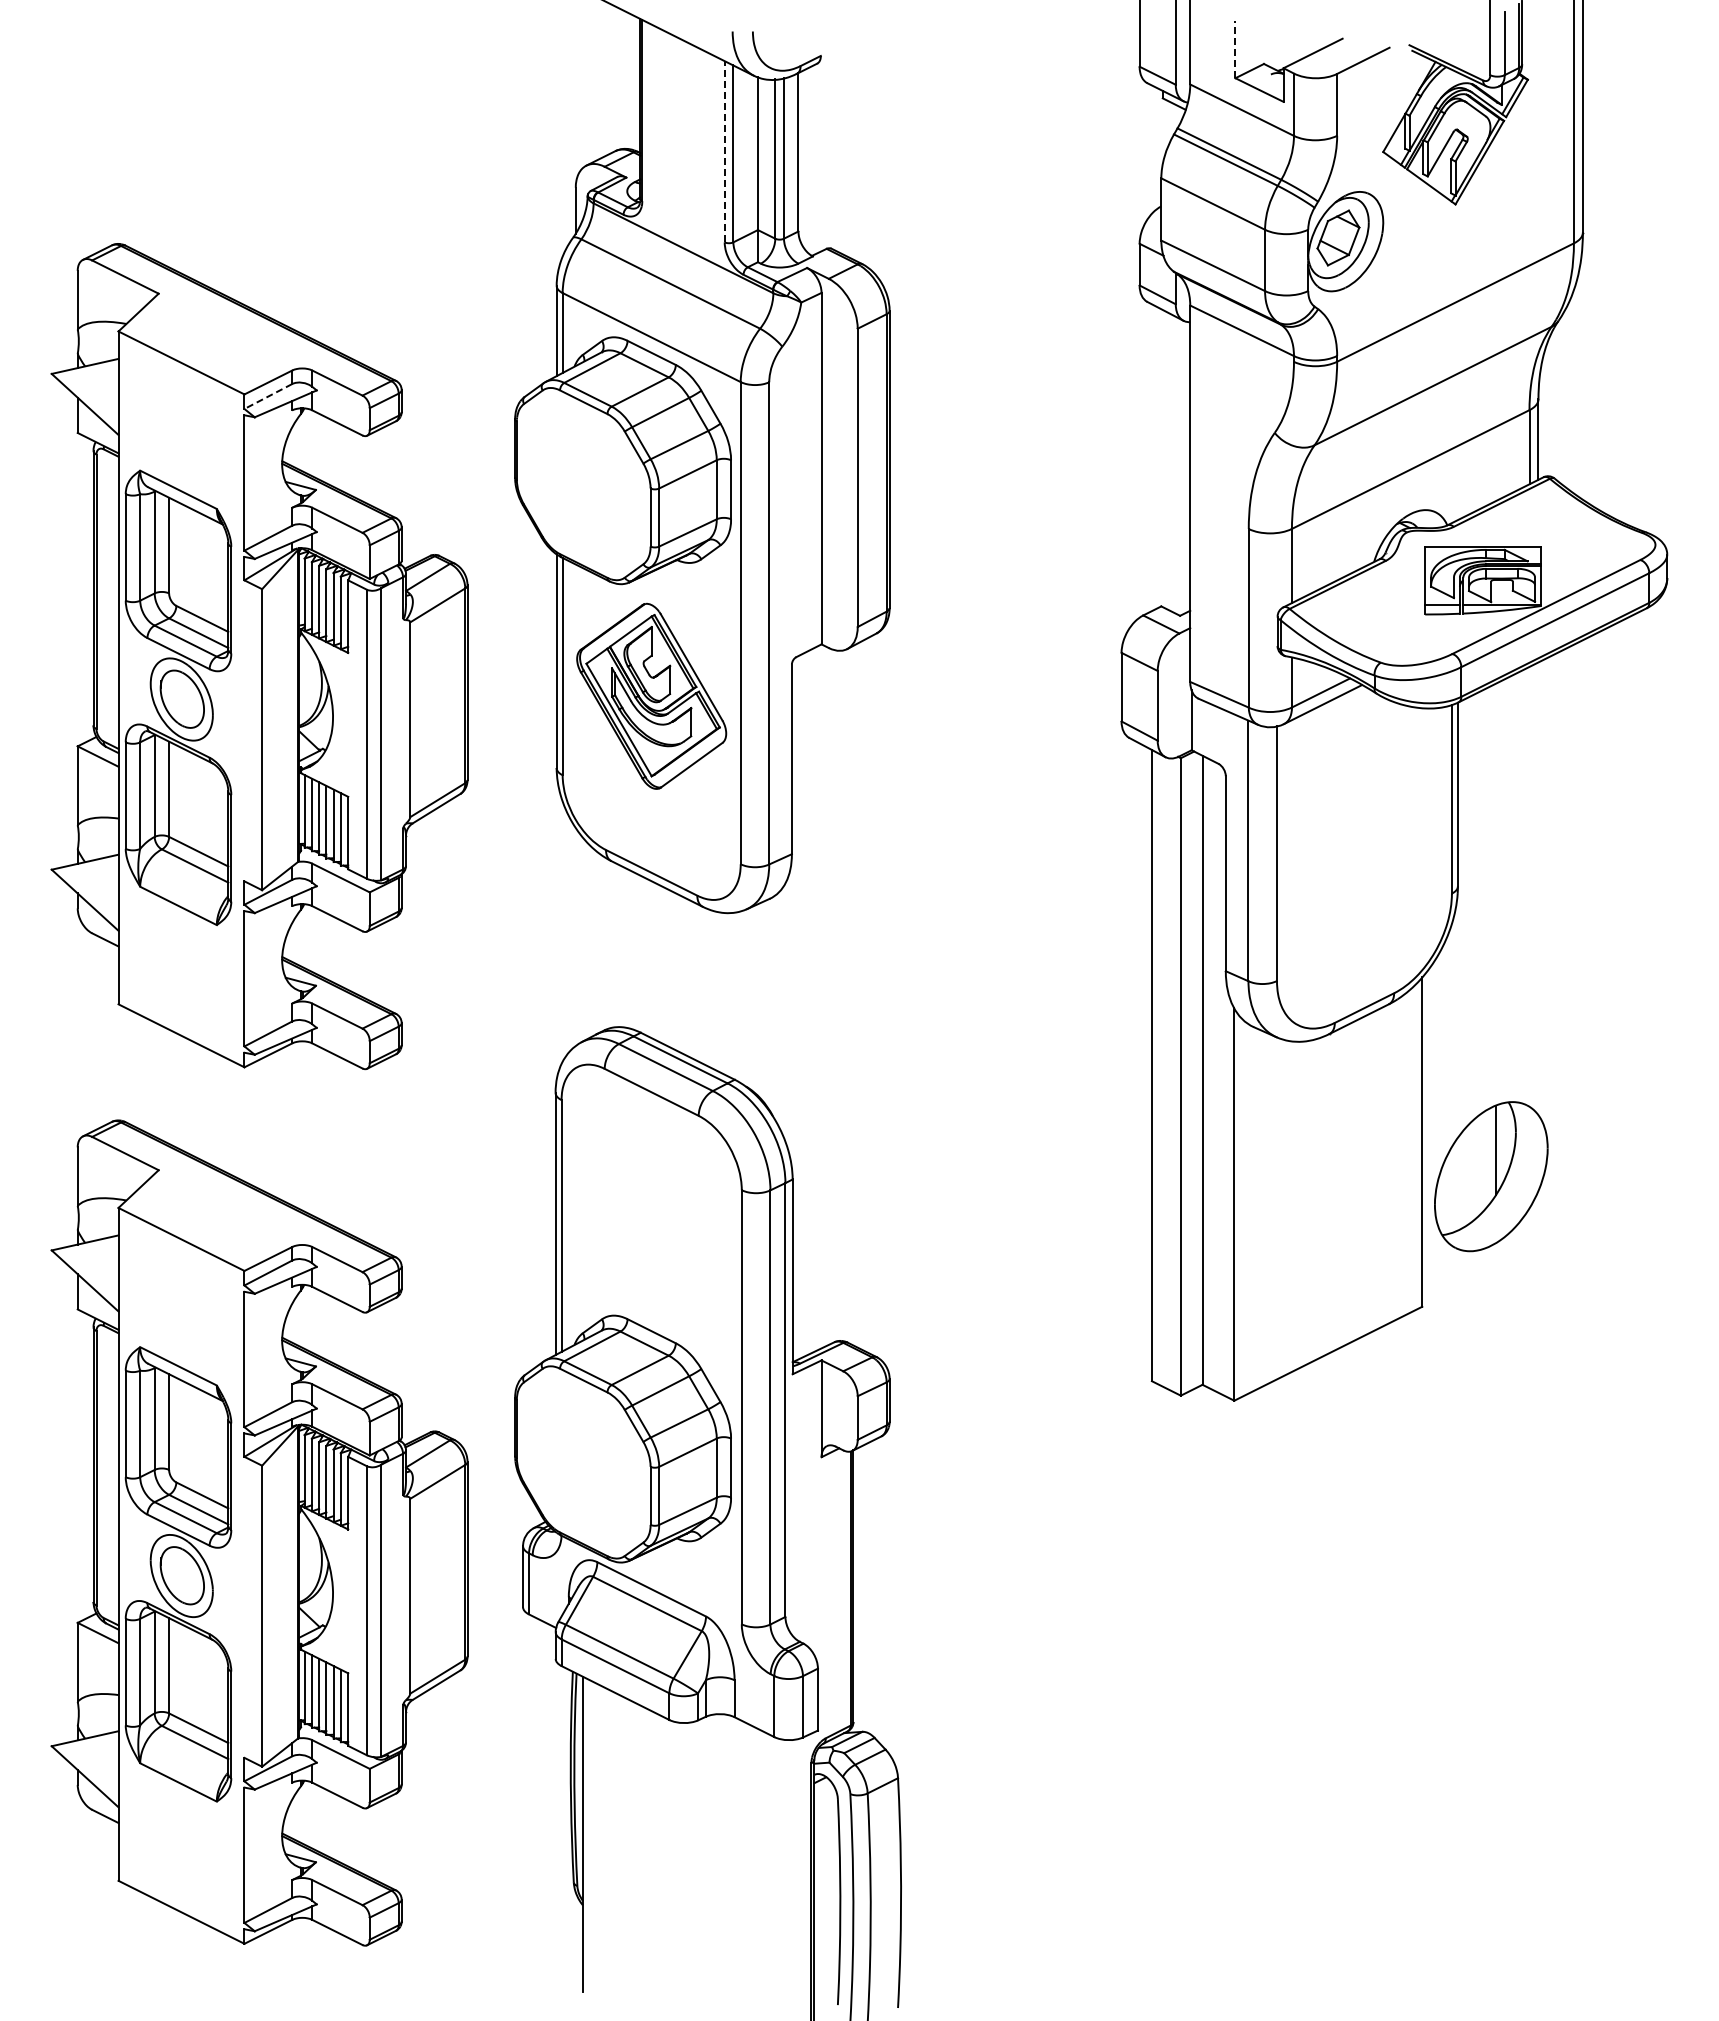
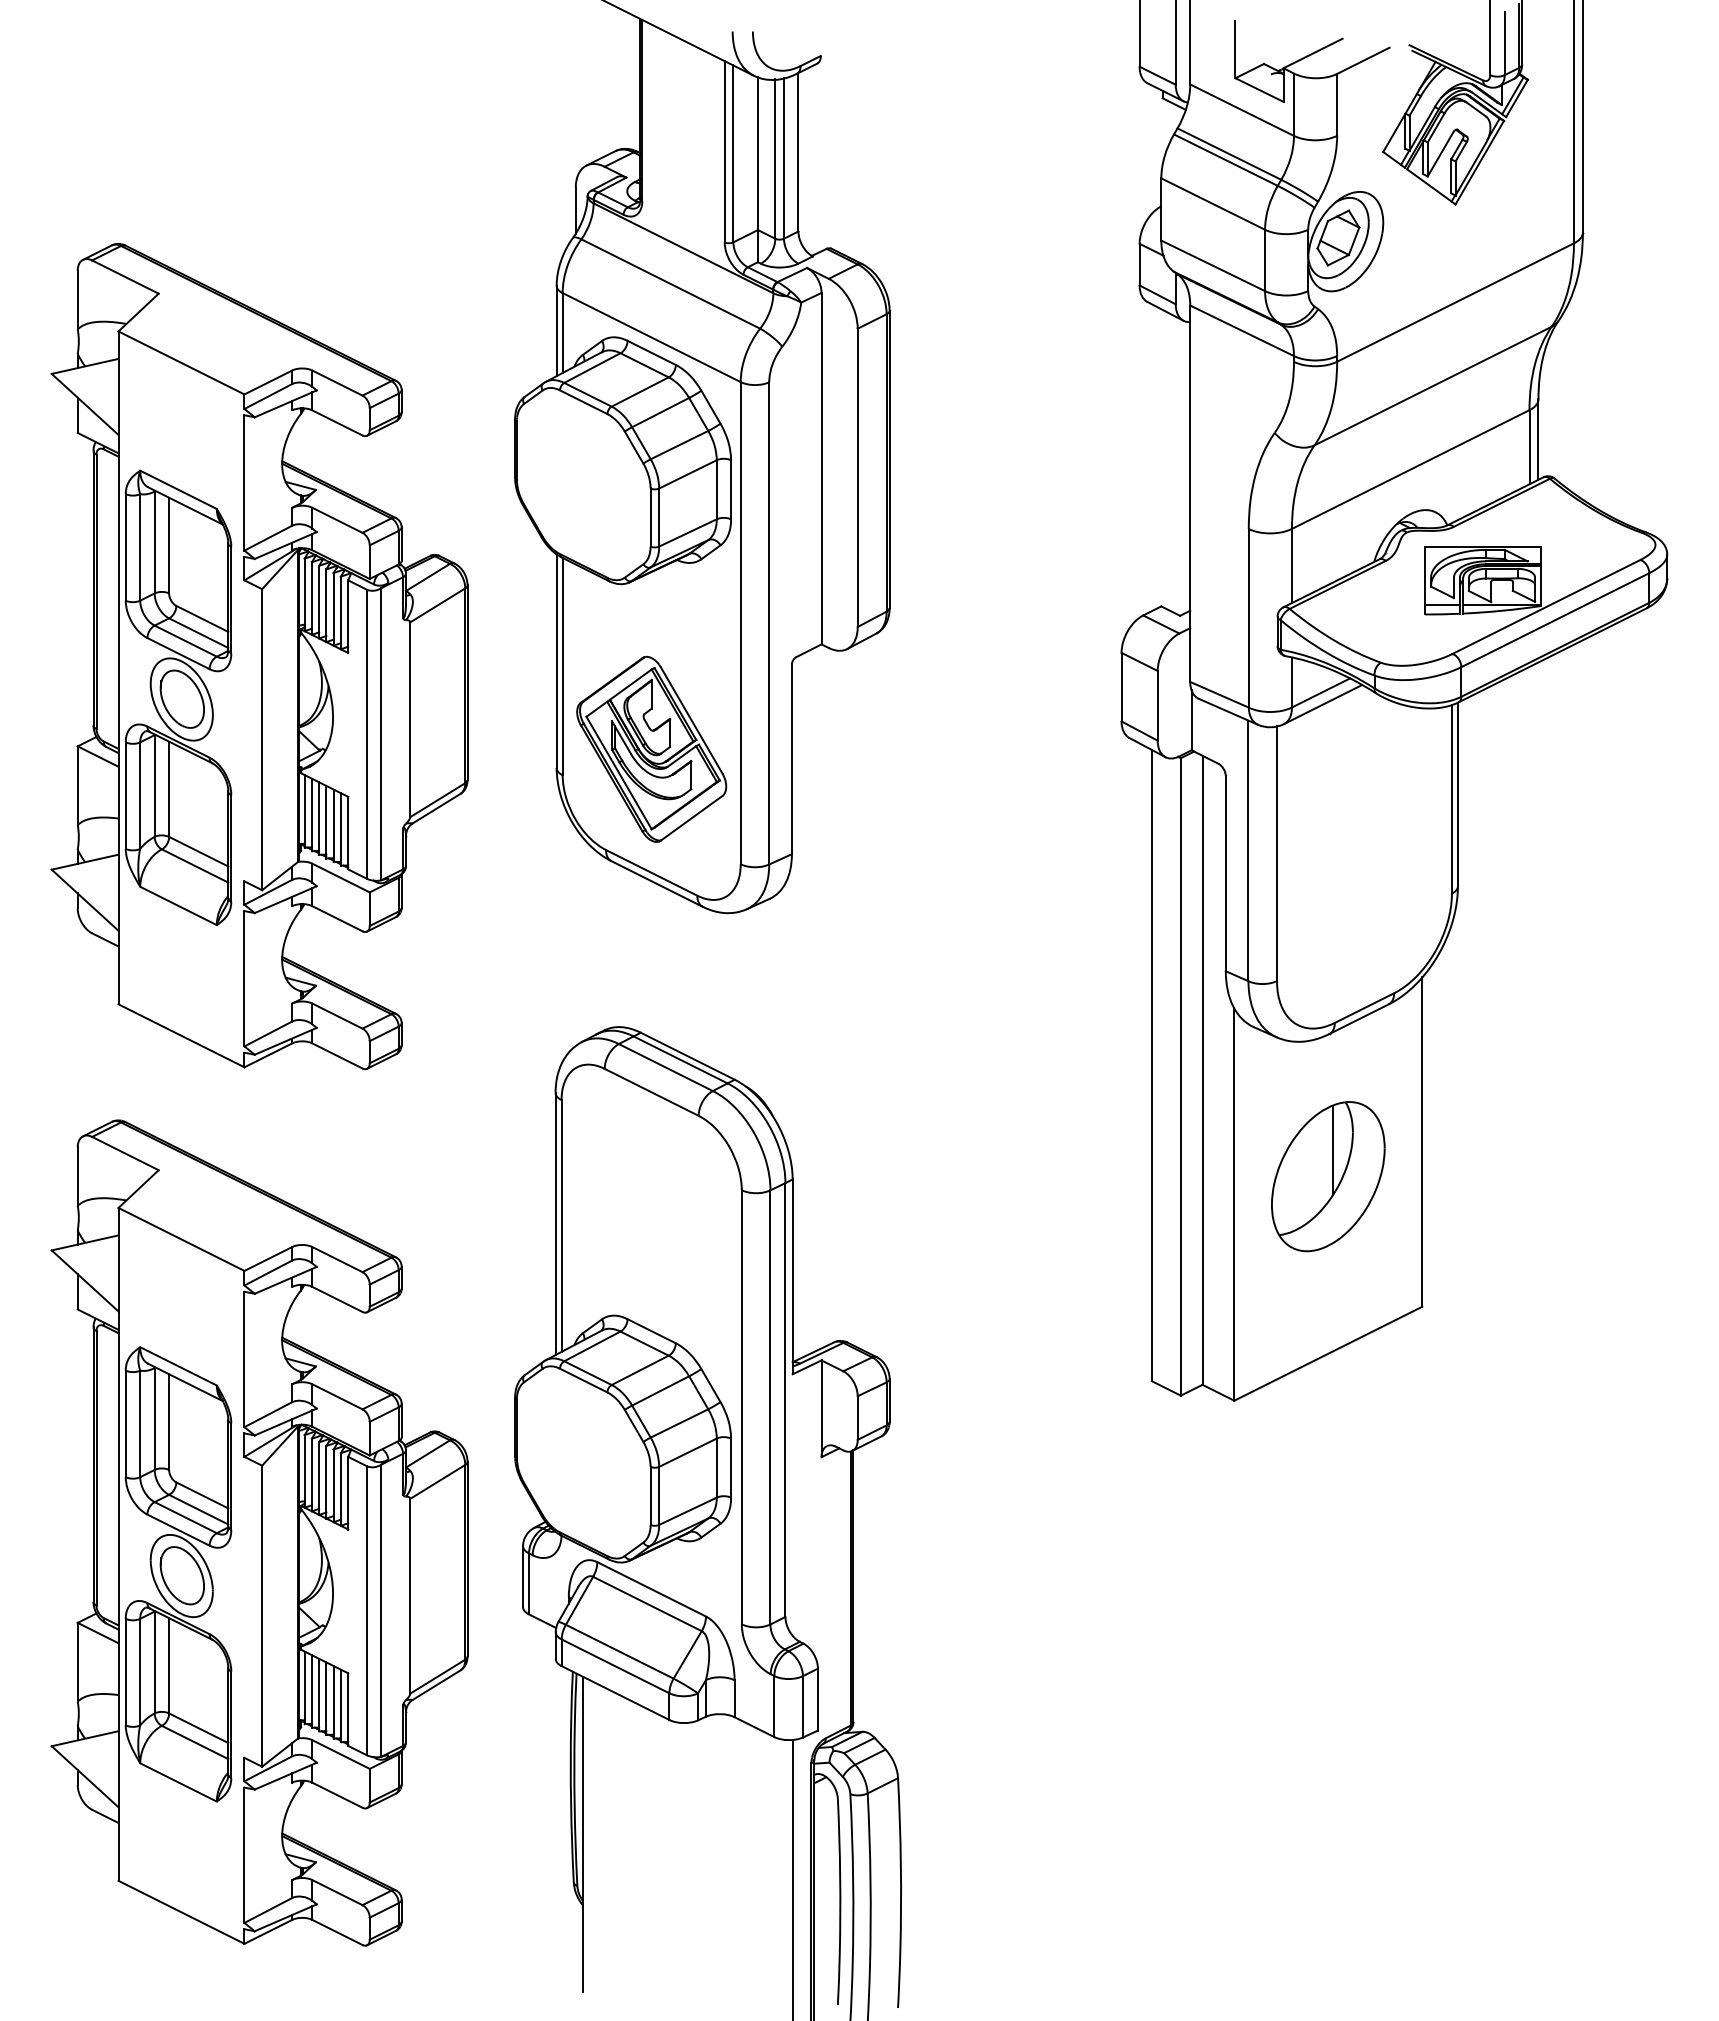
line at (1235, 49): dashed -> solid
line at (724, 151): dashed -> solid
line at (268, 396): dashed -> solid
part at (651, 695) position: (651, 695) -> (651, 748)
part at (1491, 1176) position: (1491, 1176) -> (1328, 1176)
line at (792, 1878): none -> present
